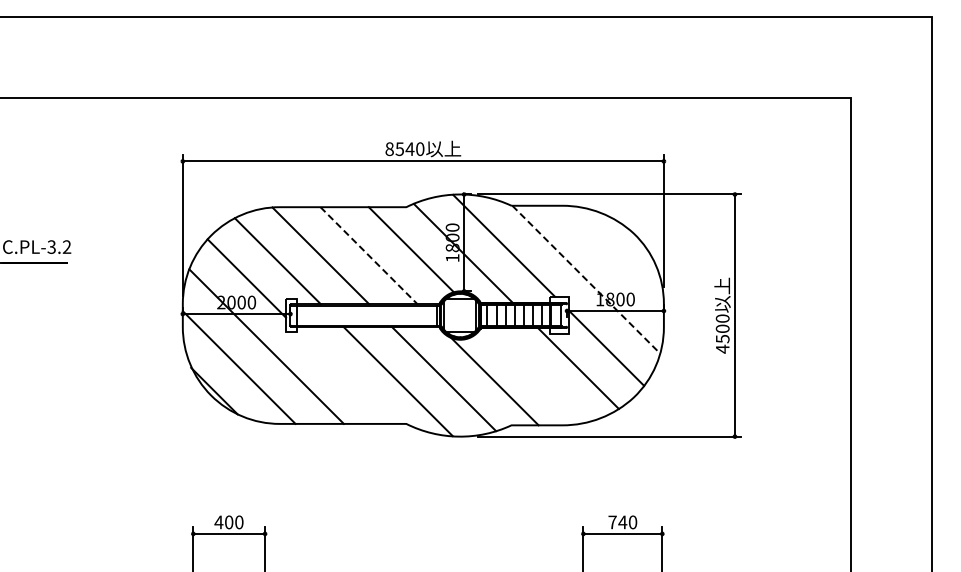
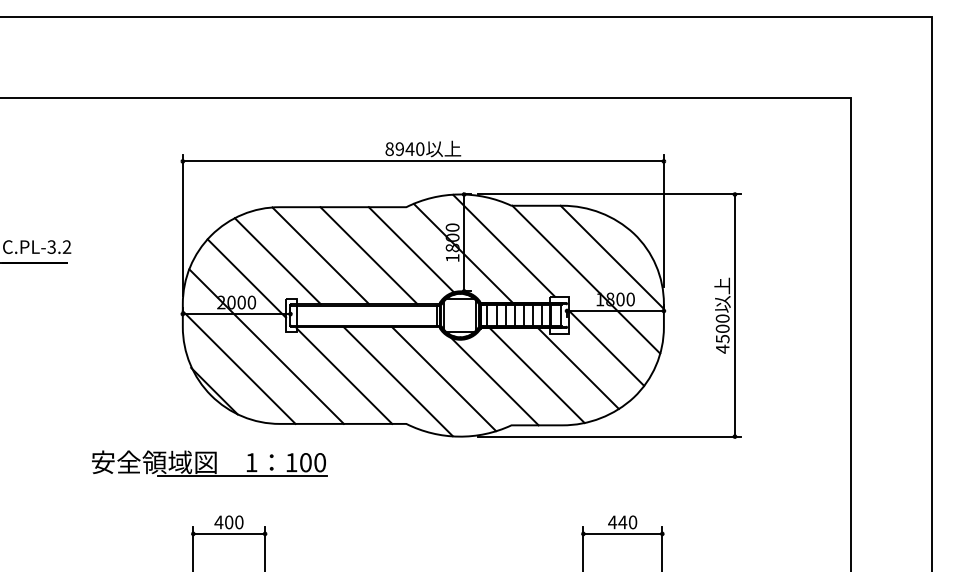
text at (399, 148): 8540 -> 8940
line at (369, 255): dashed -> solid
line at (611, 256): none -> present
line at (586, 279): dashed -> solid
line at (344, 375): none -> present
line at (537, 375): none -> present
part at (209, 463): none -> present
text at (612, 522): 740 -> 440
